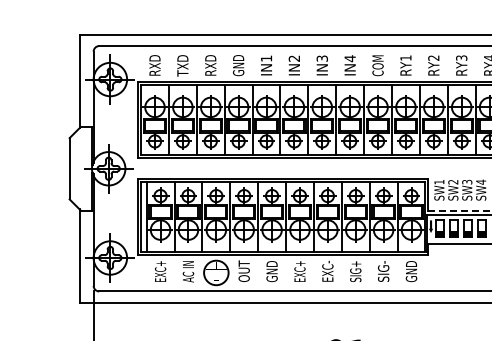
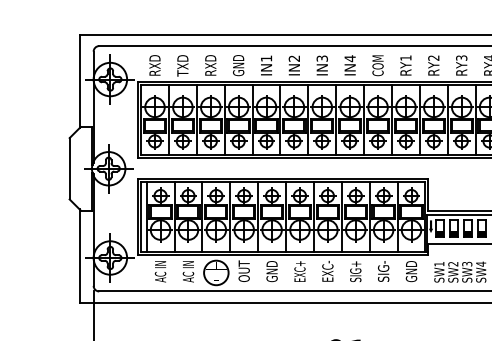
text at (460, 189) position: (460, 189) -> (460, 271)
line at (460, 210): dashed -> solid
text at (160, 271): EXC+ -> AC IN
